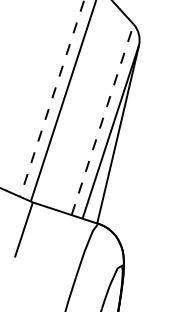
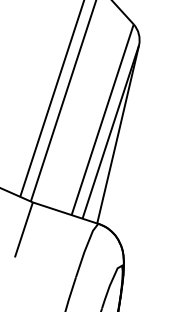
line at (52, 98): dashed -> solid
line at (102, 119): dashed -> solid
